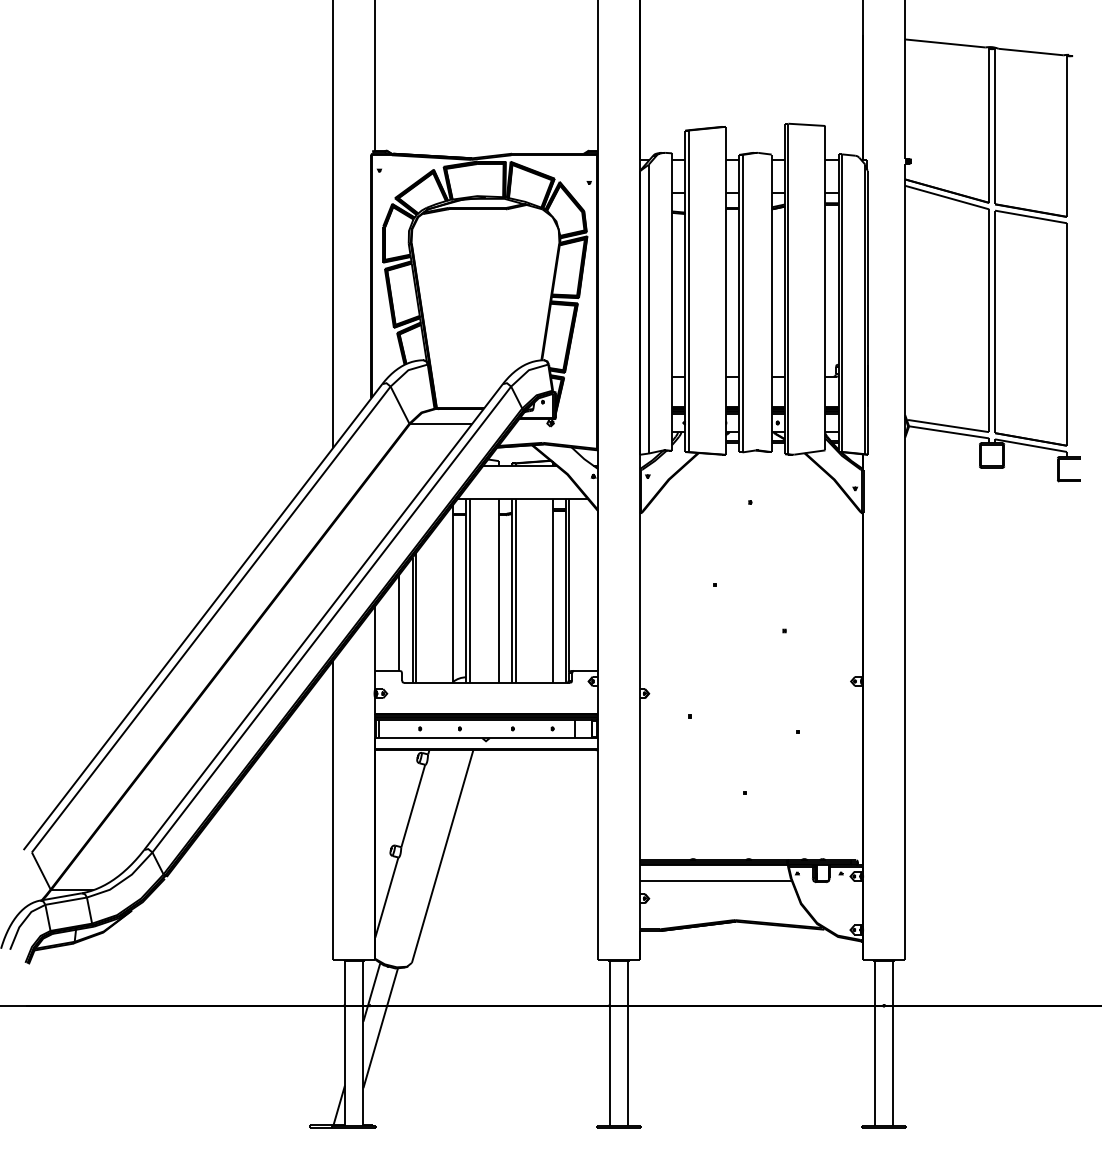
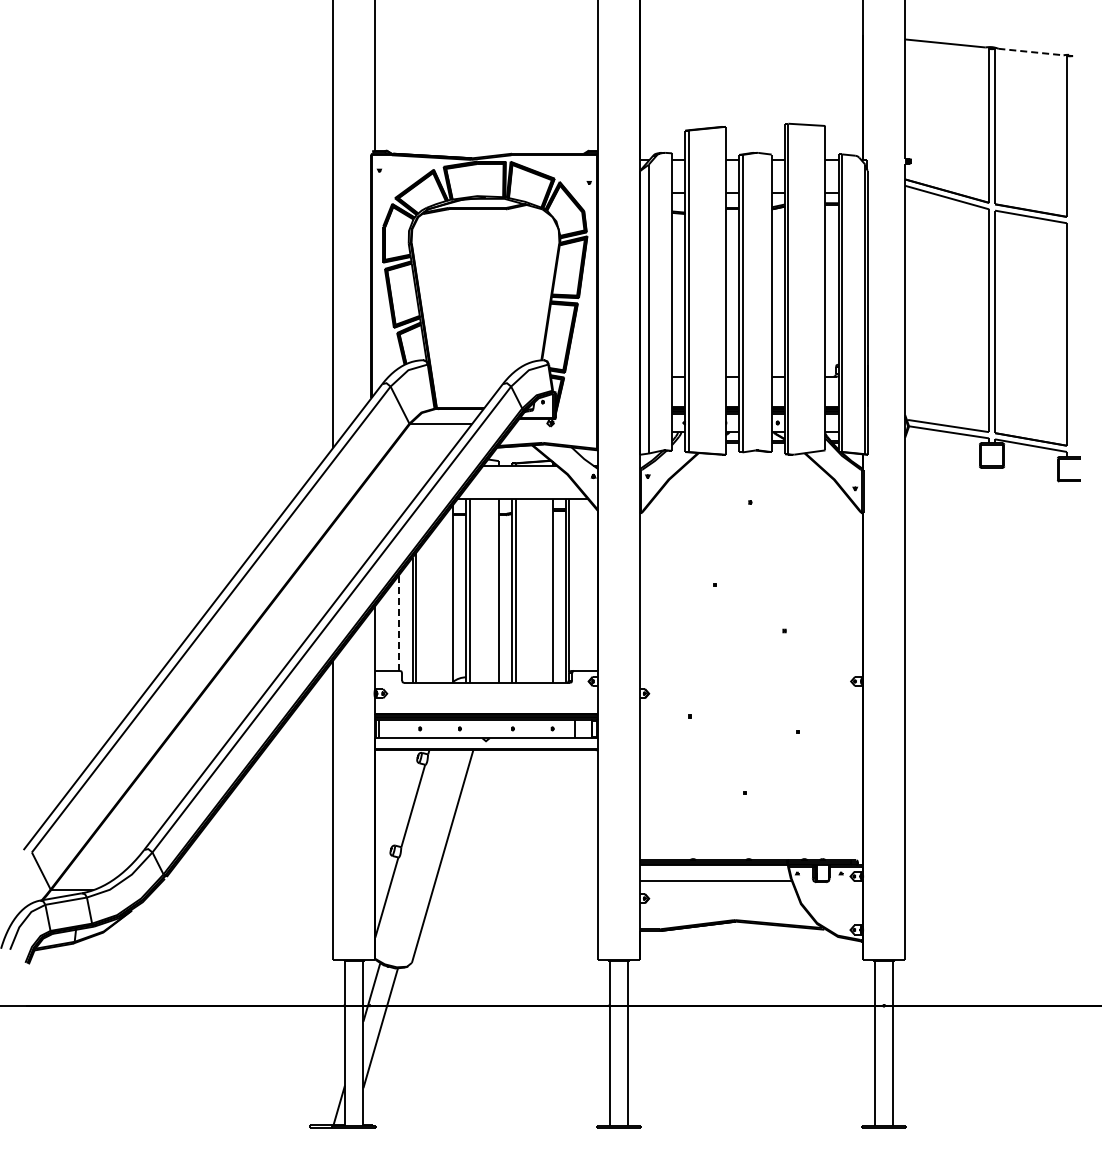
line at (1030, 52): solid -> dashed
line at (399, 622): solid -> dashed
